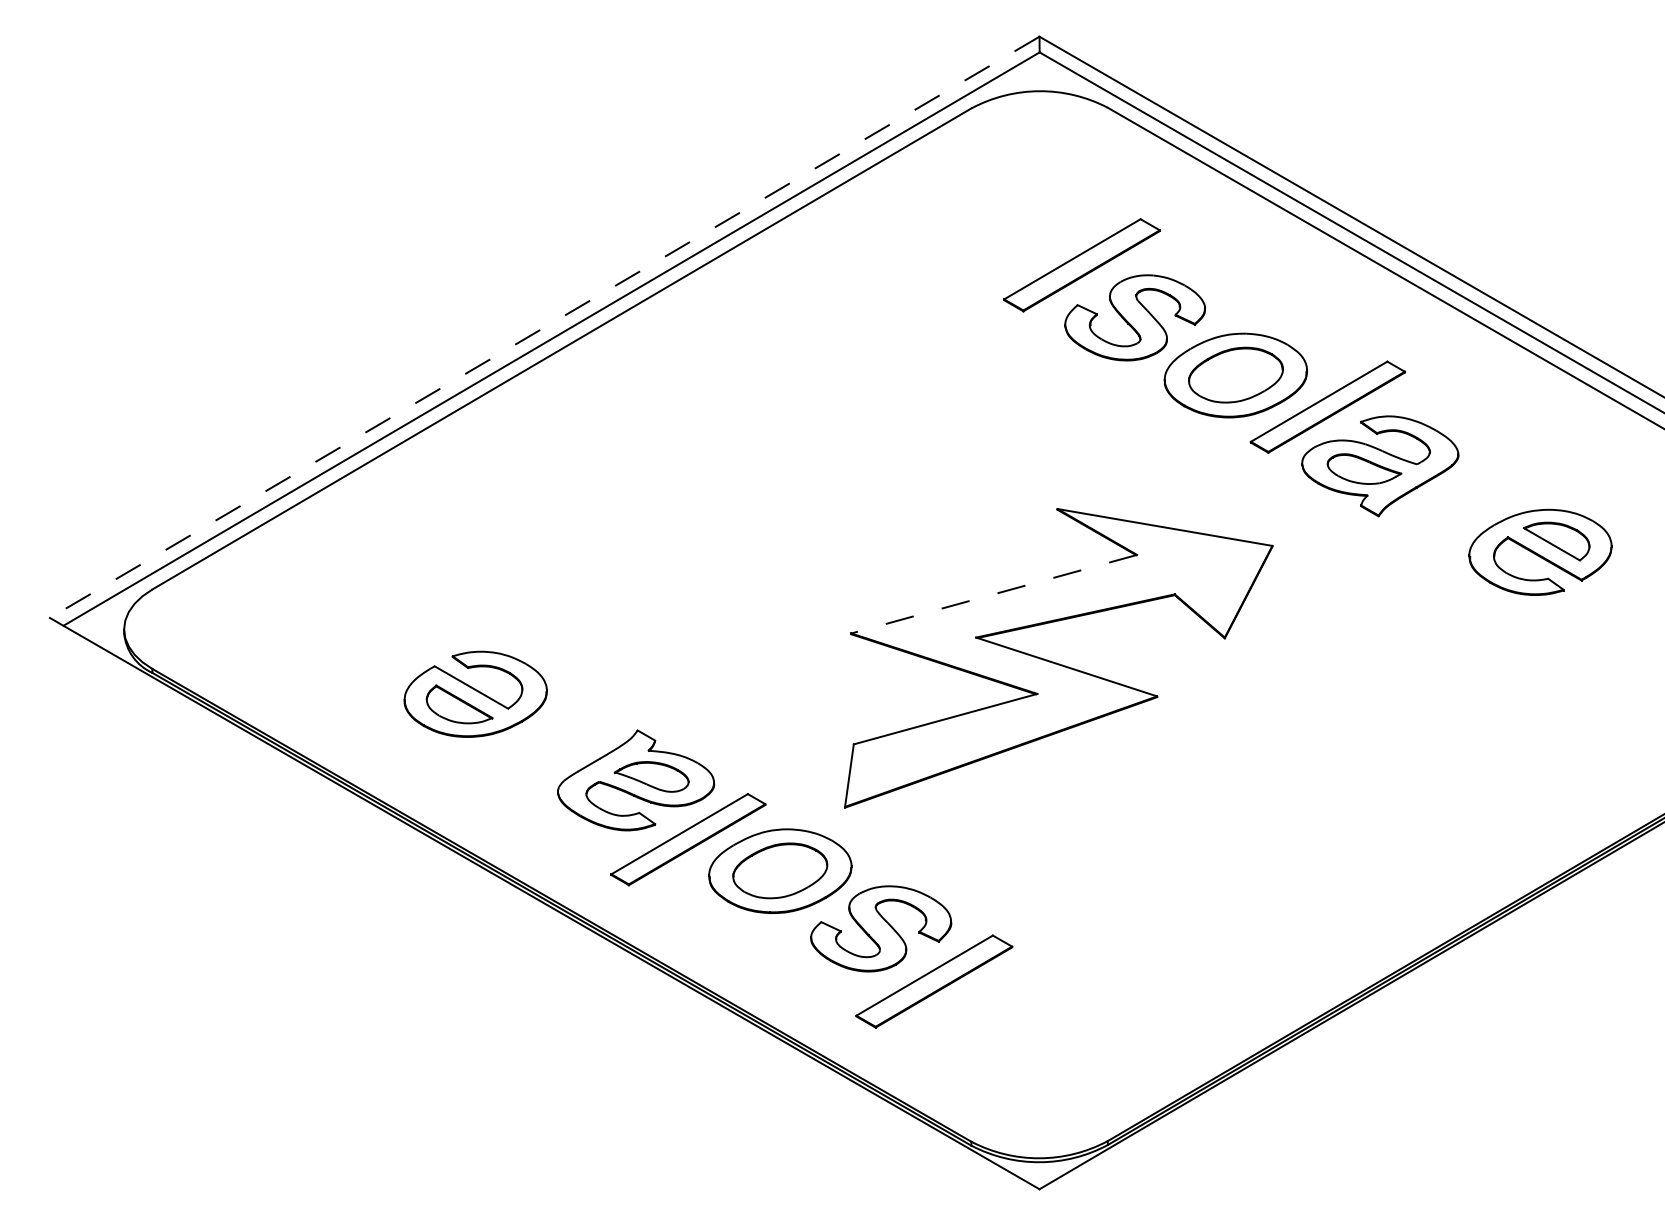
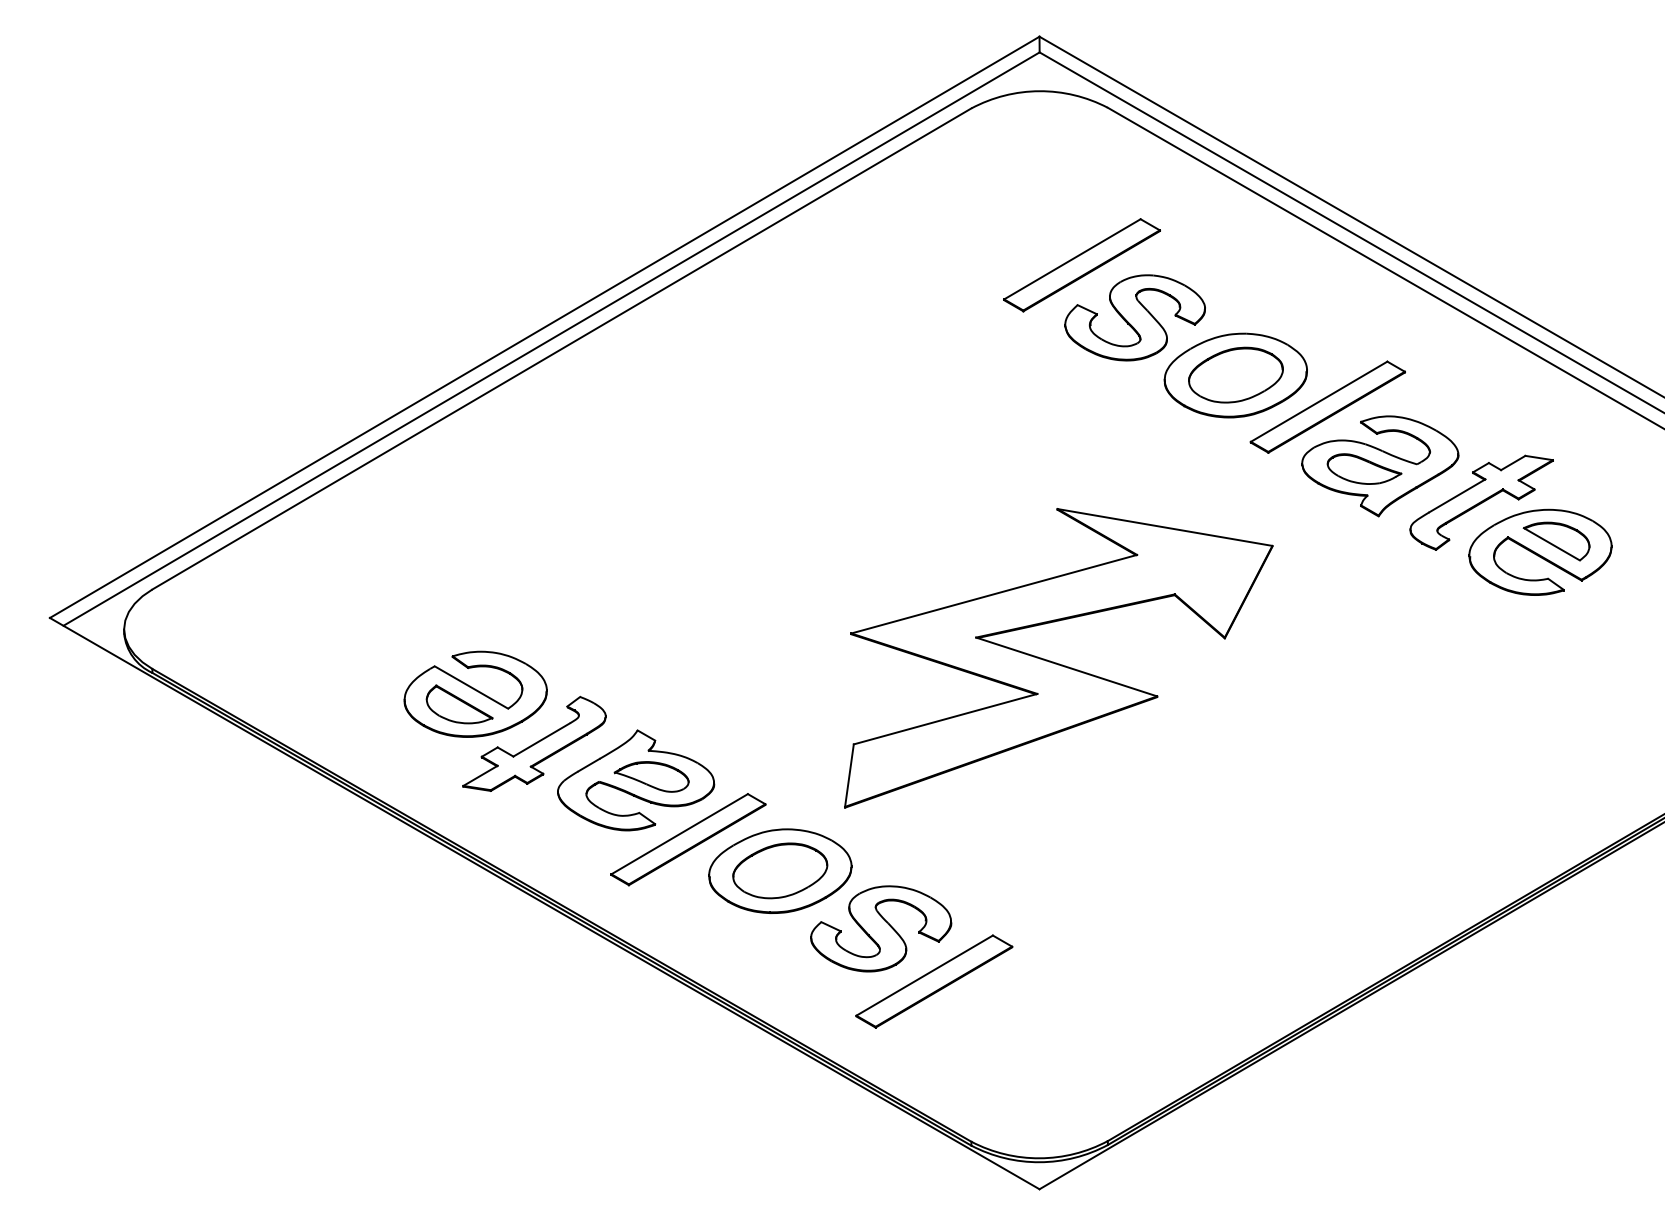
line at (544, 327): dashed -> solid
part at (1481, 502): none -> present
line at (993, 594): dashed -> solid
part at (534, 743): none -> present
